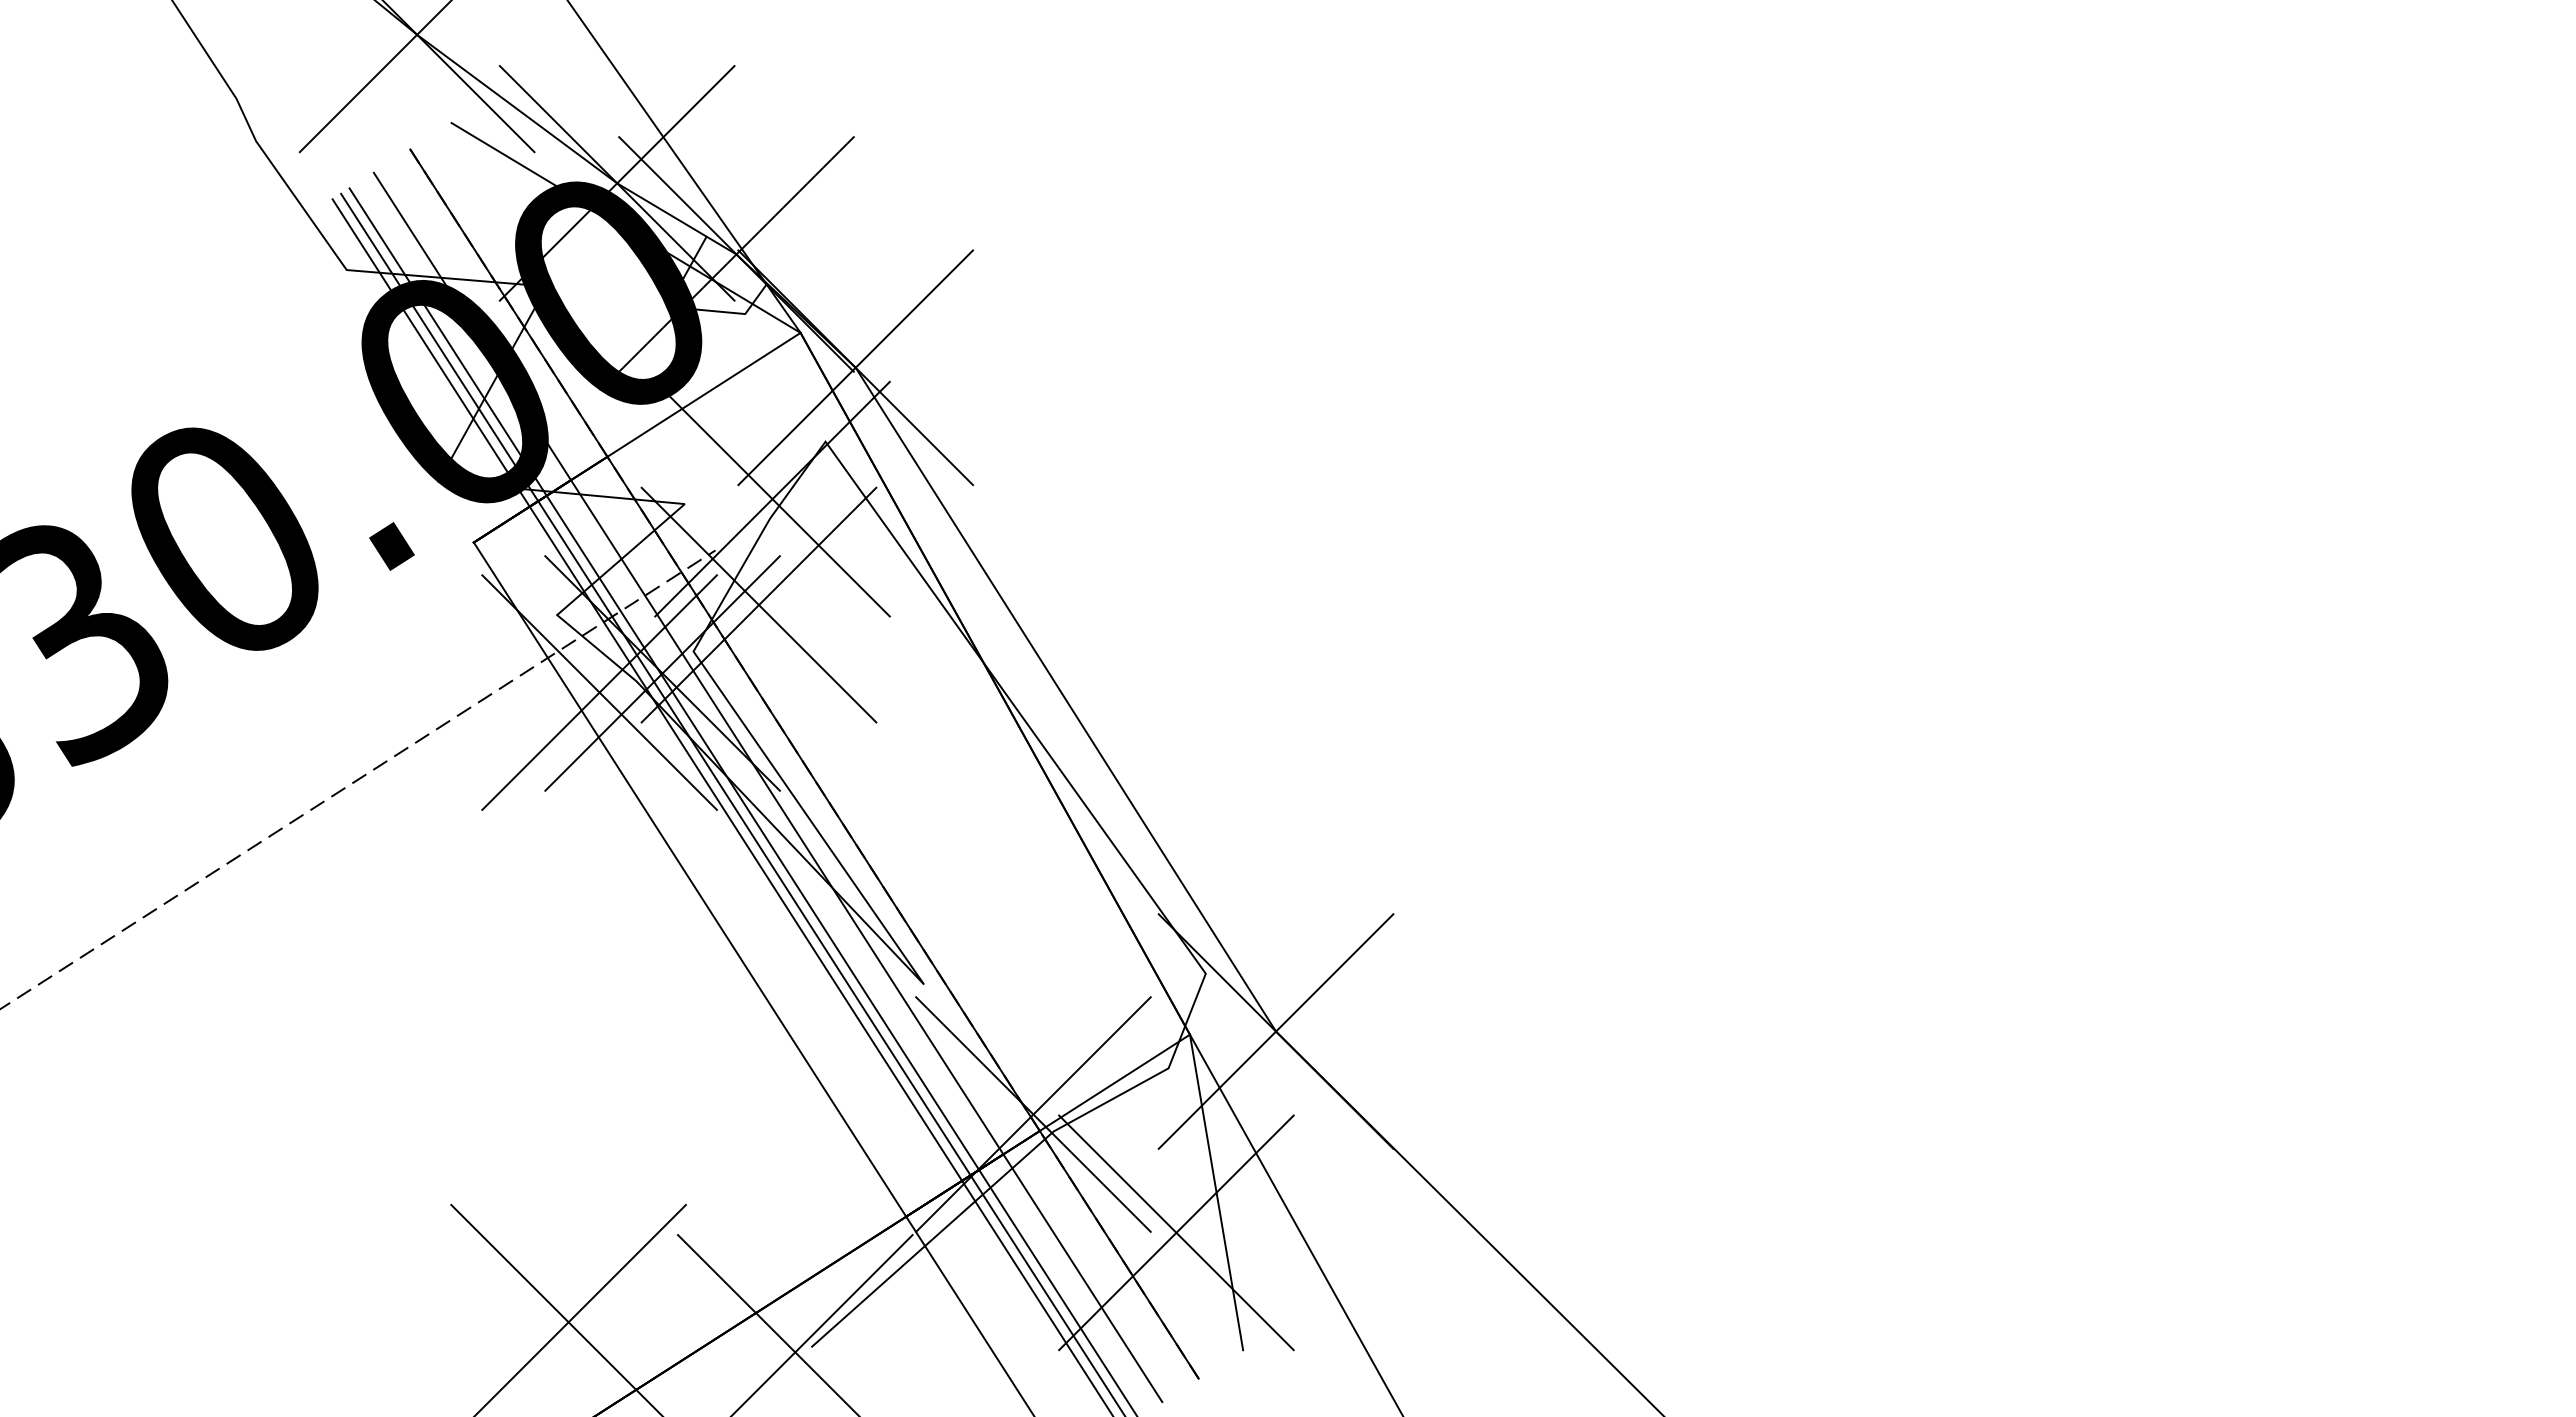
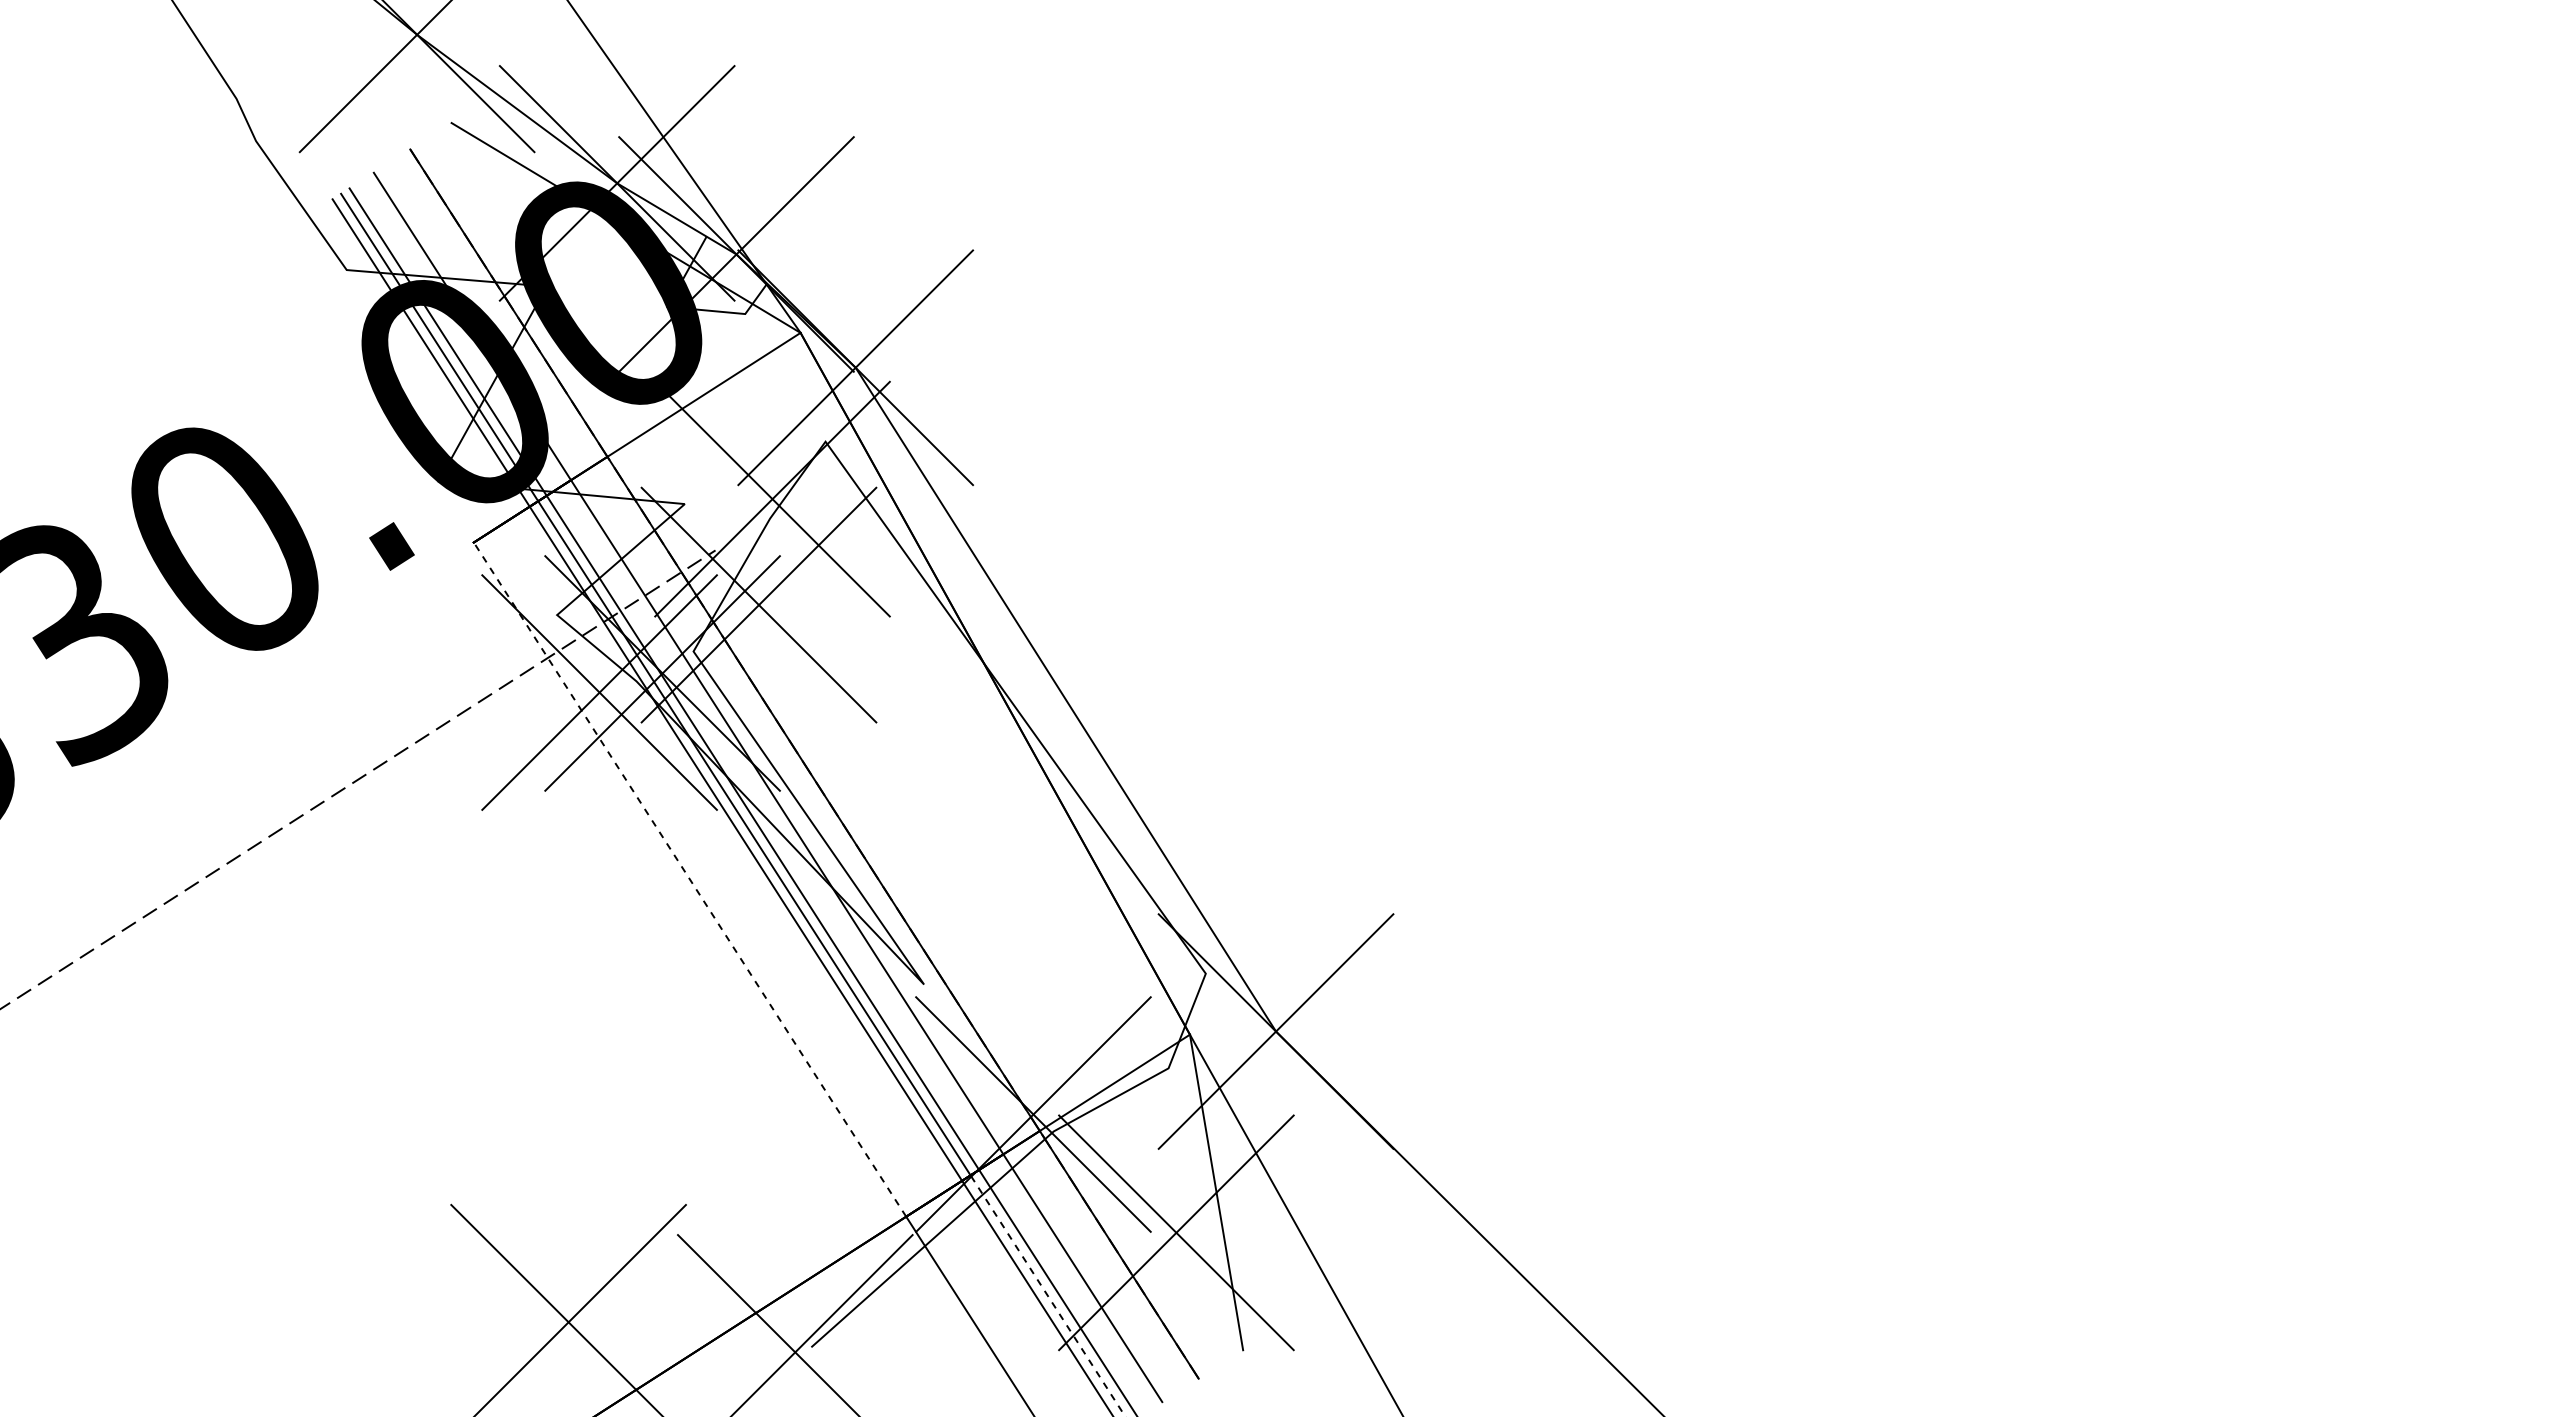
line at (689, 879): solid -> dashed
line at (1047, 1295): solid -> dashed
